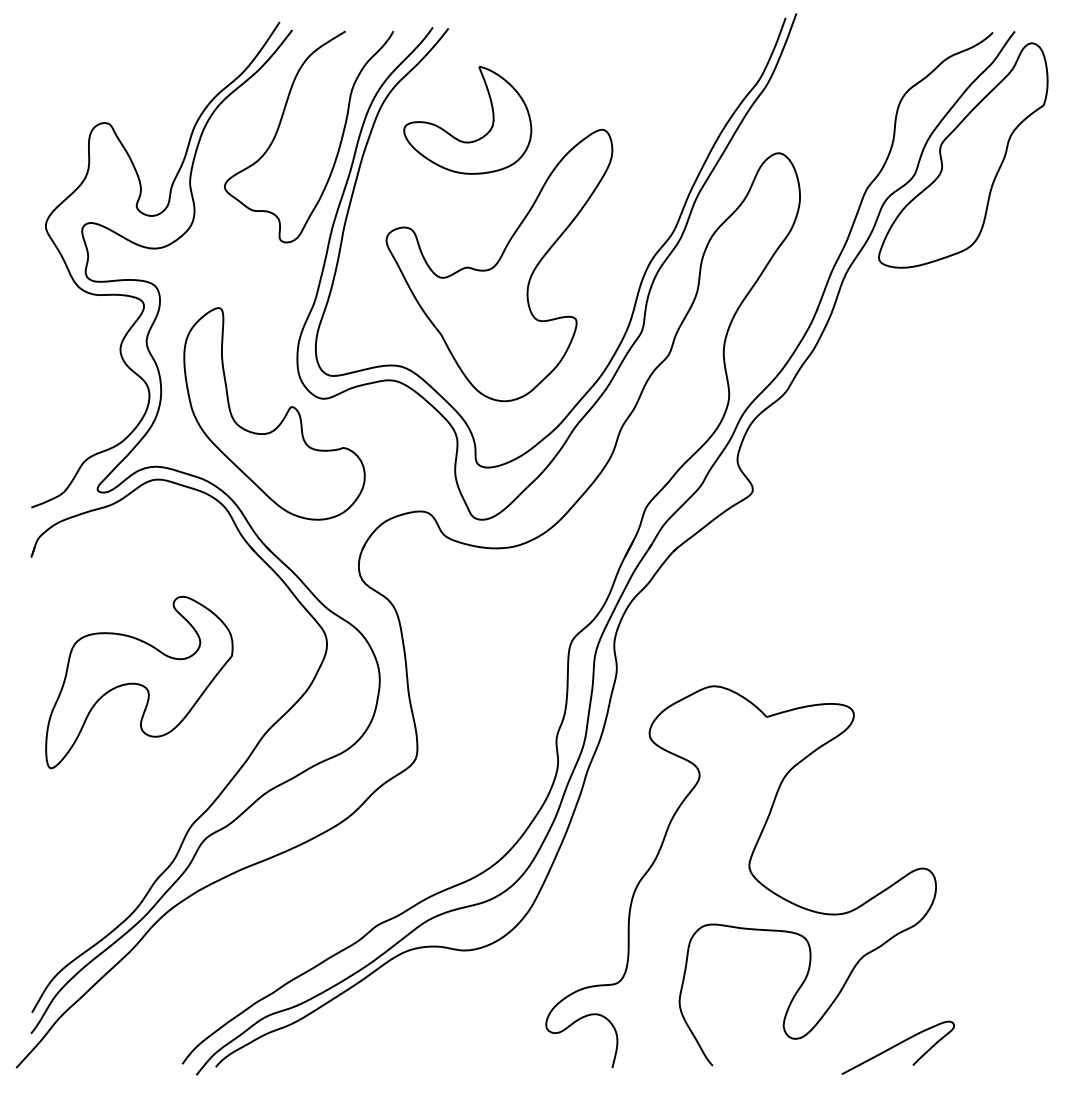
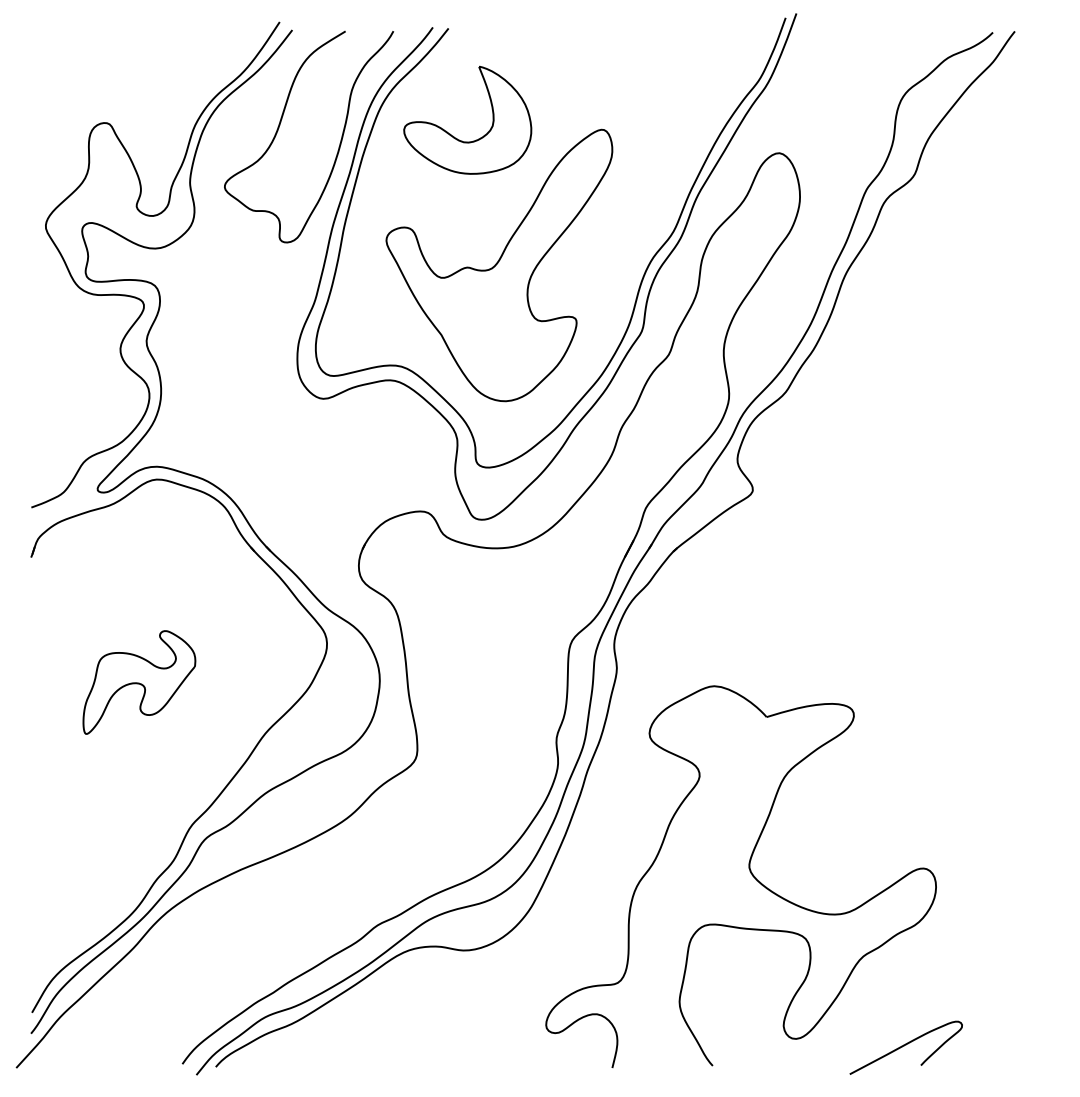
part at (963, 155): present -> none
part at (283, 417): present -> none
part at (139, 682) size: 189x175 px -> 115x105 px
curve at (896, 1046) position: (896, 1046) -> (904, 1046)
